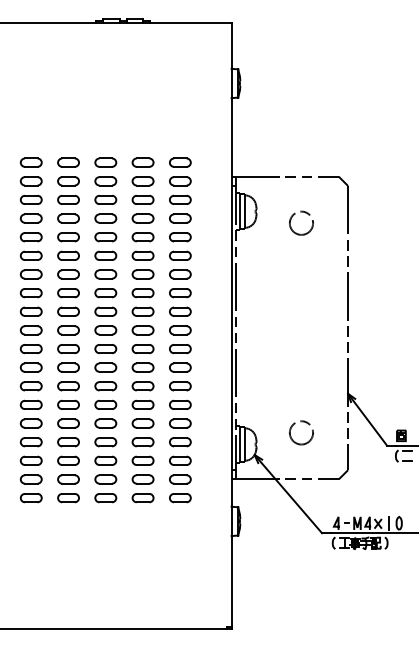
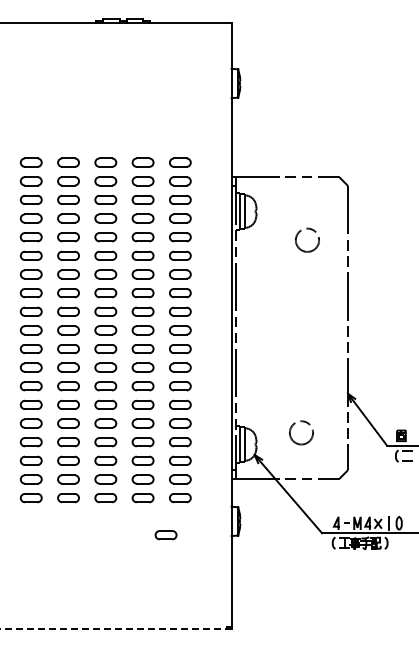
circle at (301, 222) position: (301, 222) -> (307, 239)
part at (165, 535): none -> present
line at (116, 628): solid -> dashed
